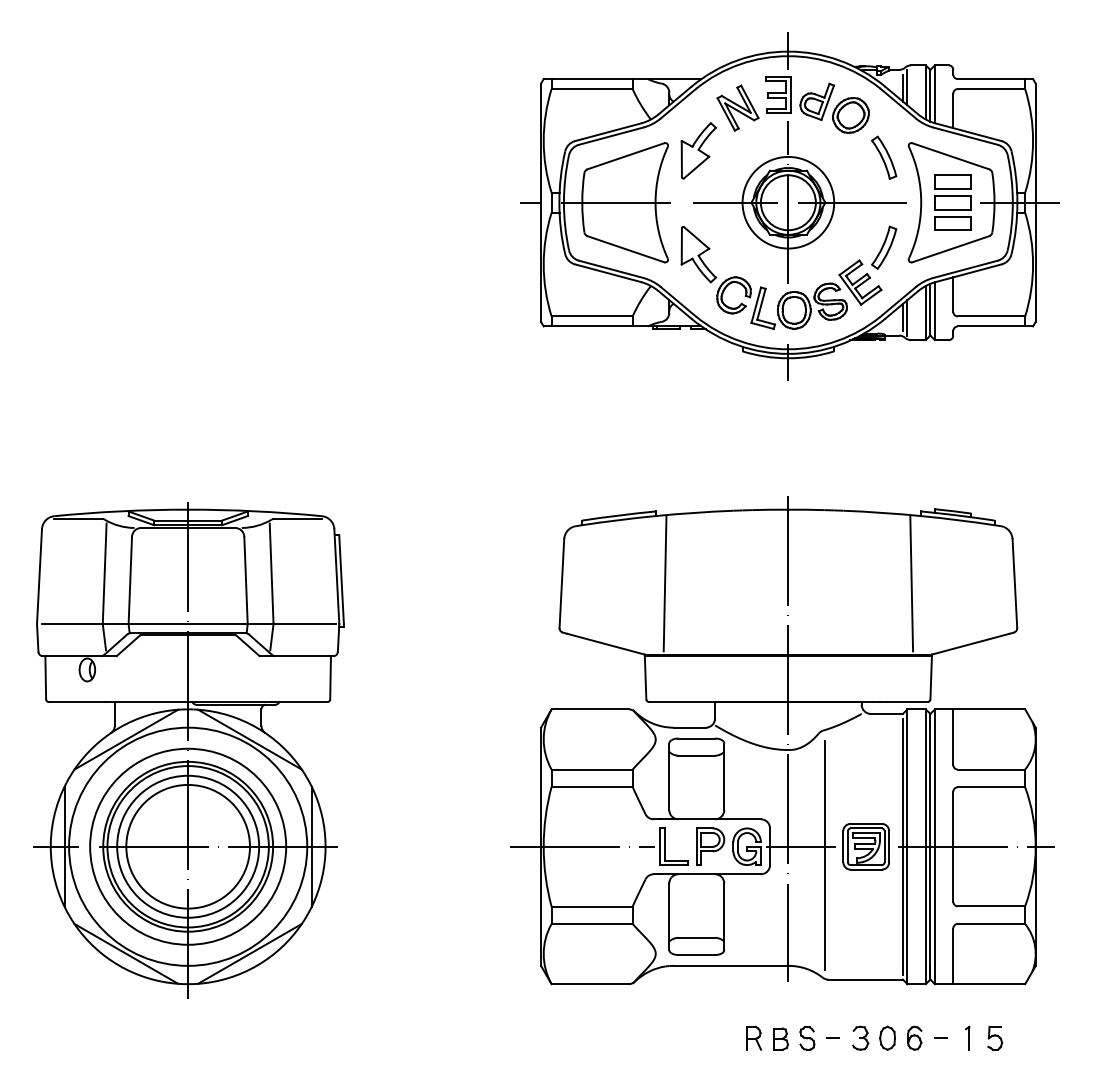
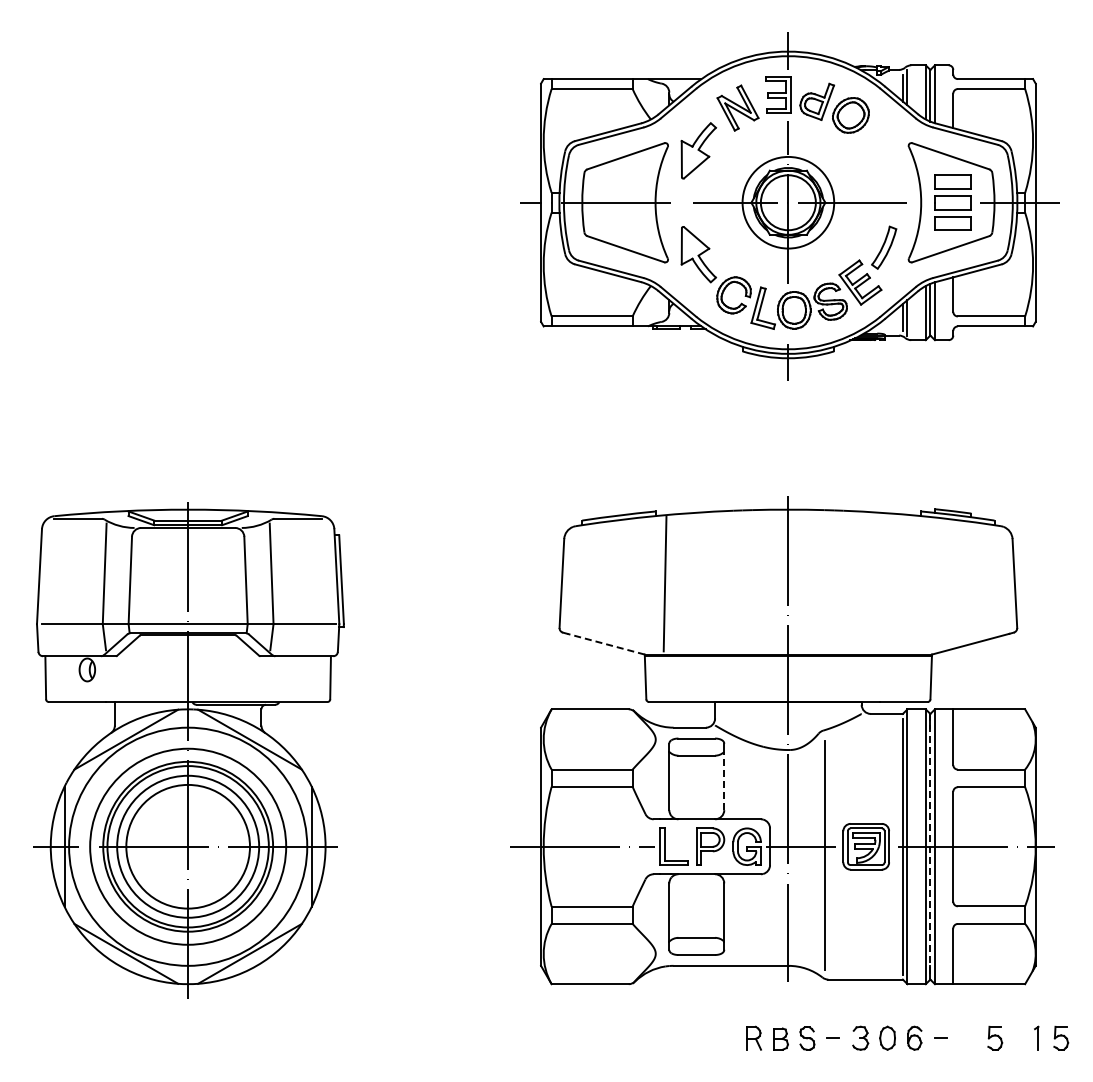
part at (884, 157): present -> none
line at (911, 583): present -> none
line at (605, 644): solid -> dashed
line at (724, 780): solid -> dashed
line at (930, 846): solid -> dashed
part at (967, 1037) position: (967, 1037) -> (1036, 1037)
part at (1061, 1037): none -> present
